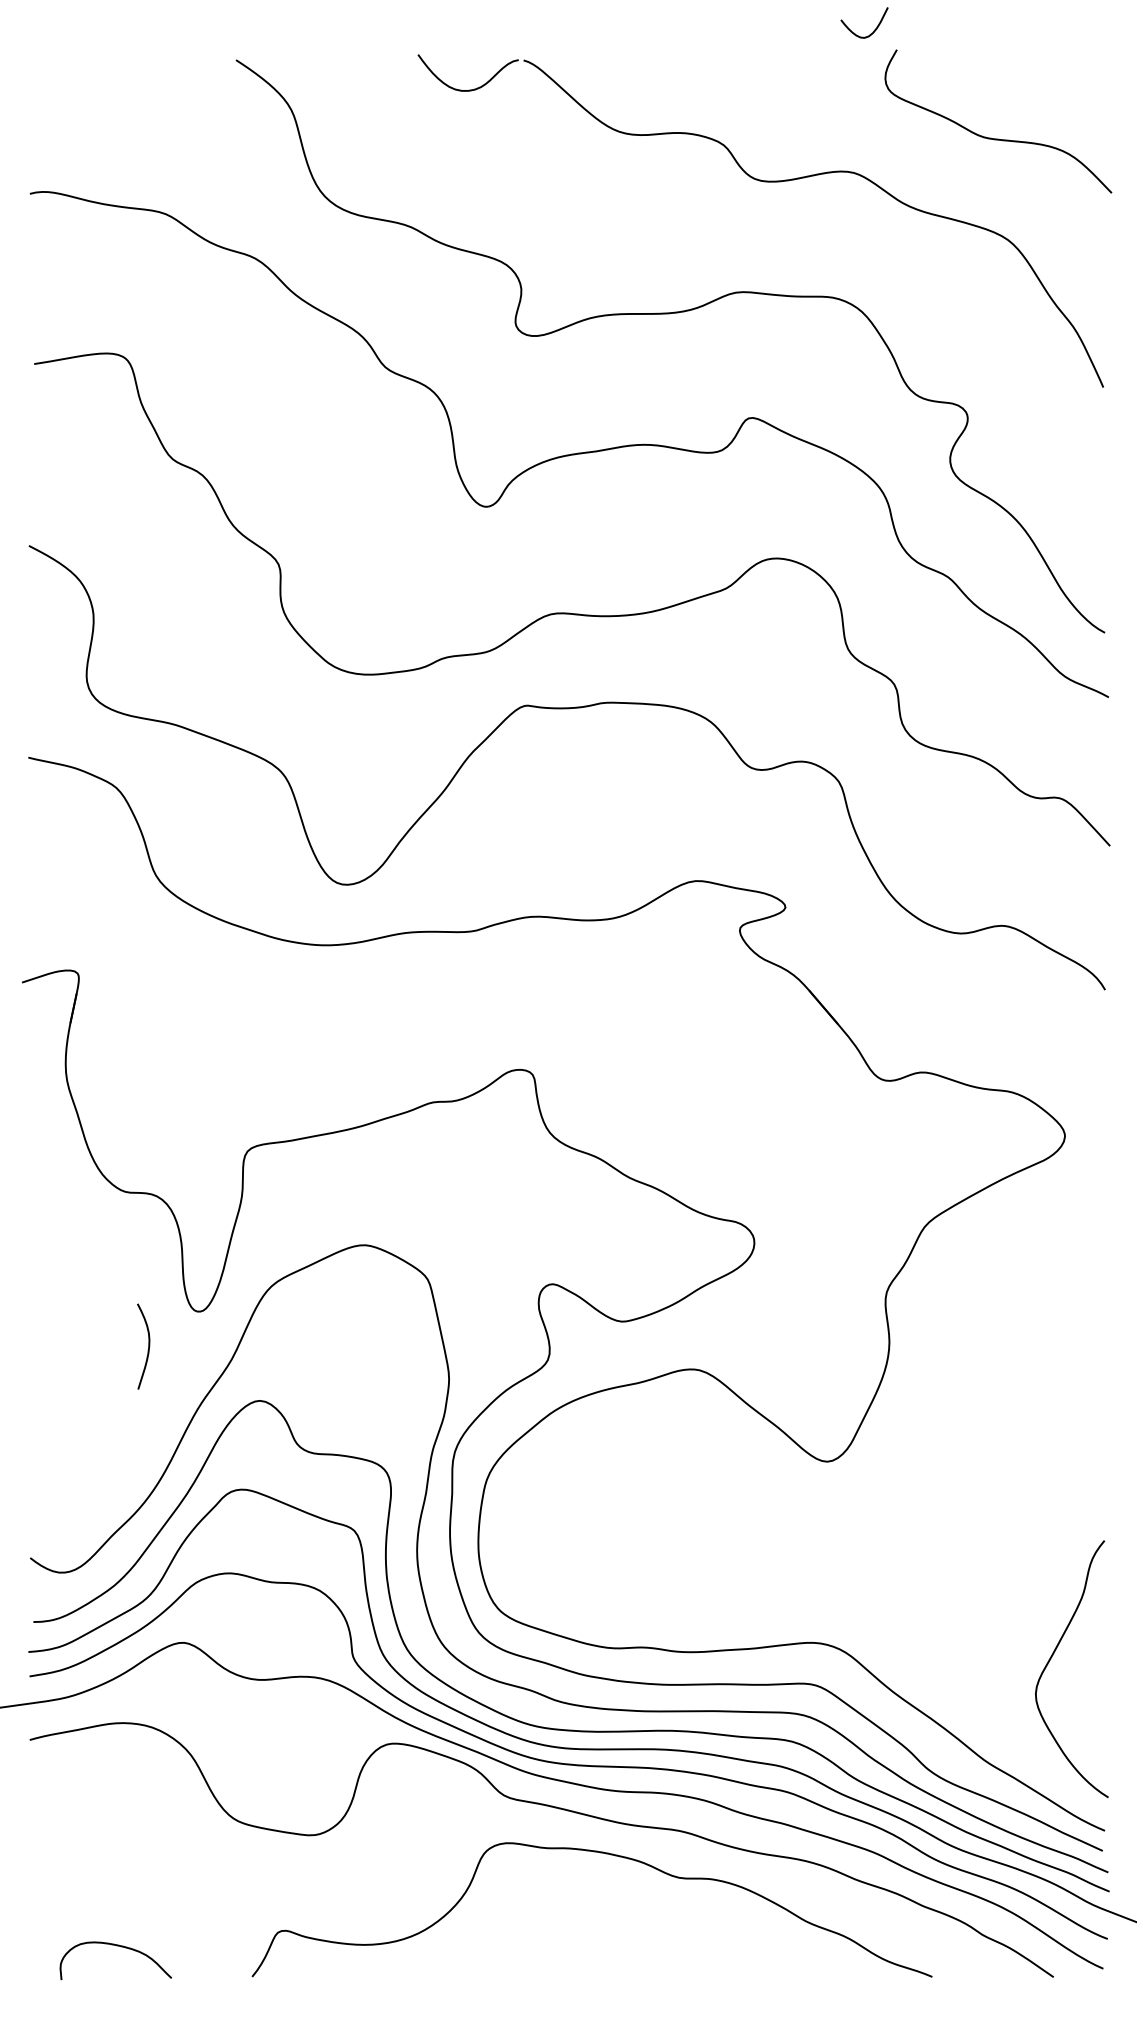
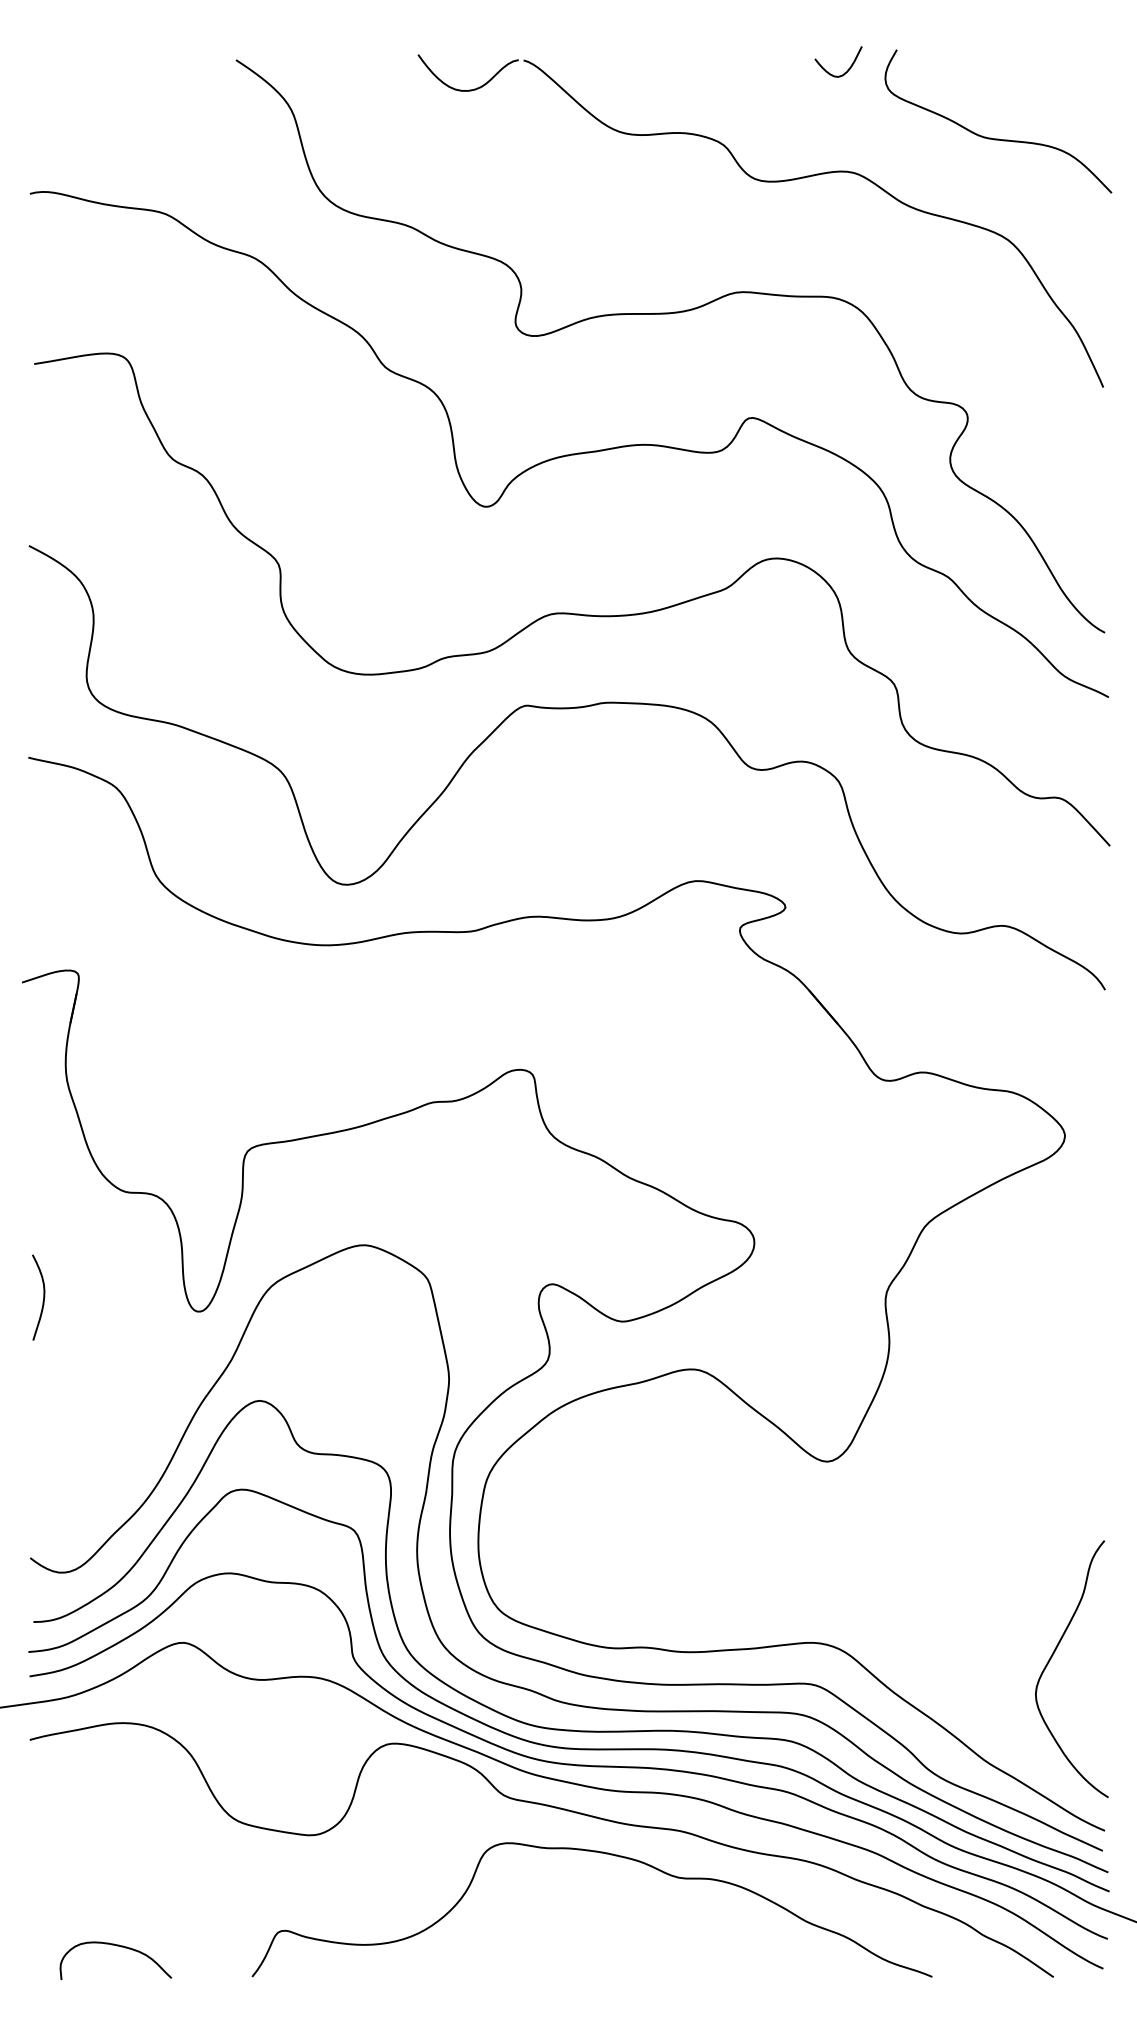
curve at (873, 30) position: (873, 30) -> (847, 69)
curve at (148, 1346) position: (148, 1346) -> (43, 1297)
